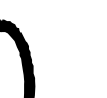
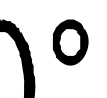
part at (70, 42): none -> present
